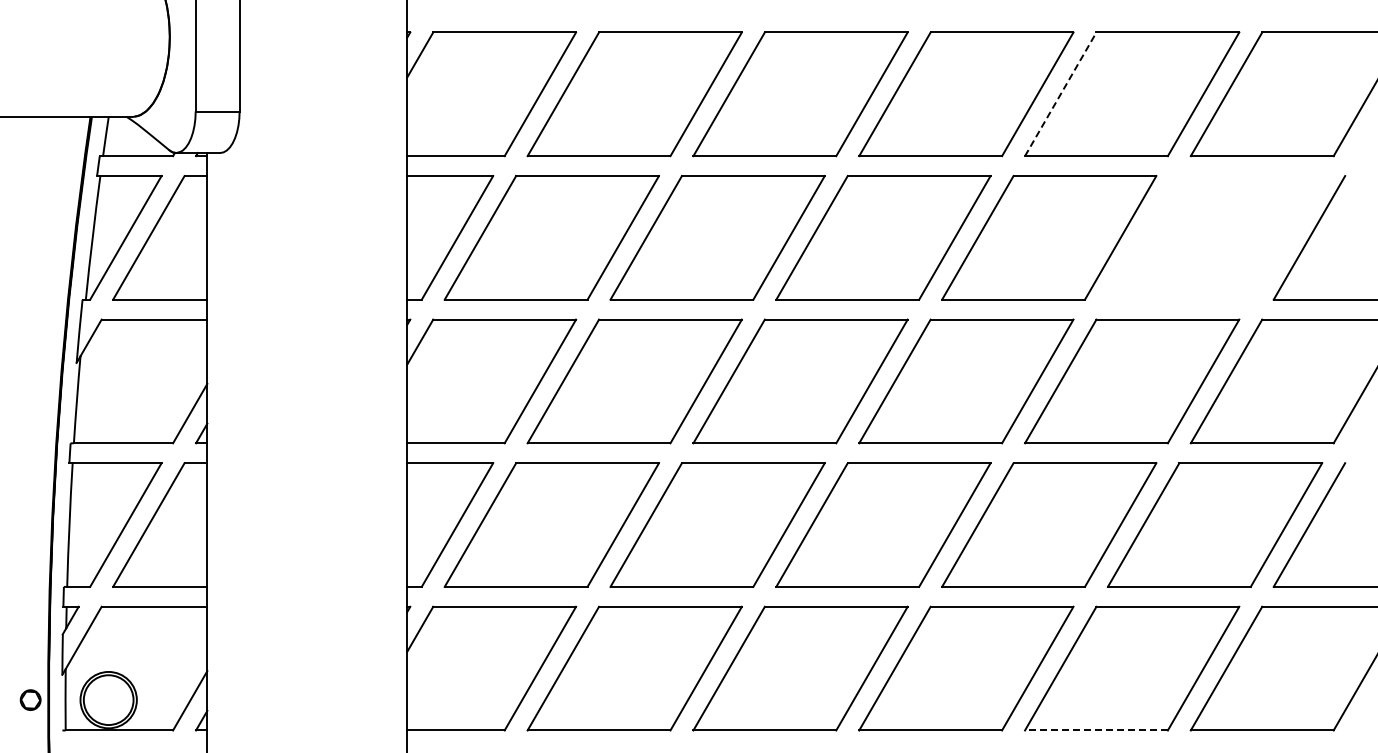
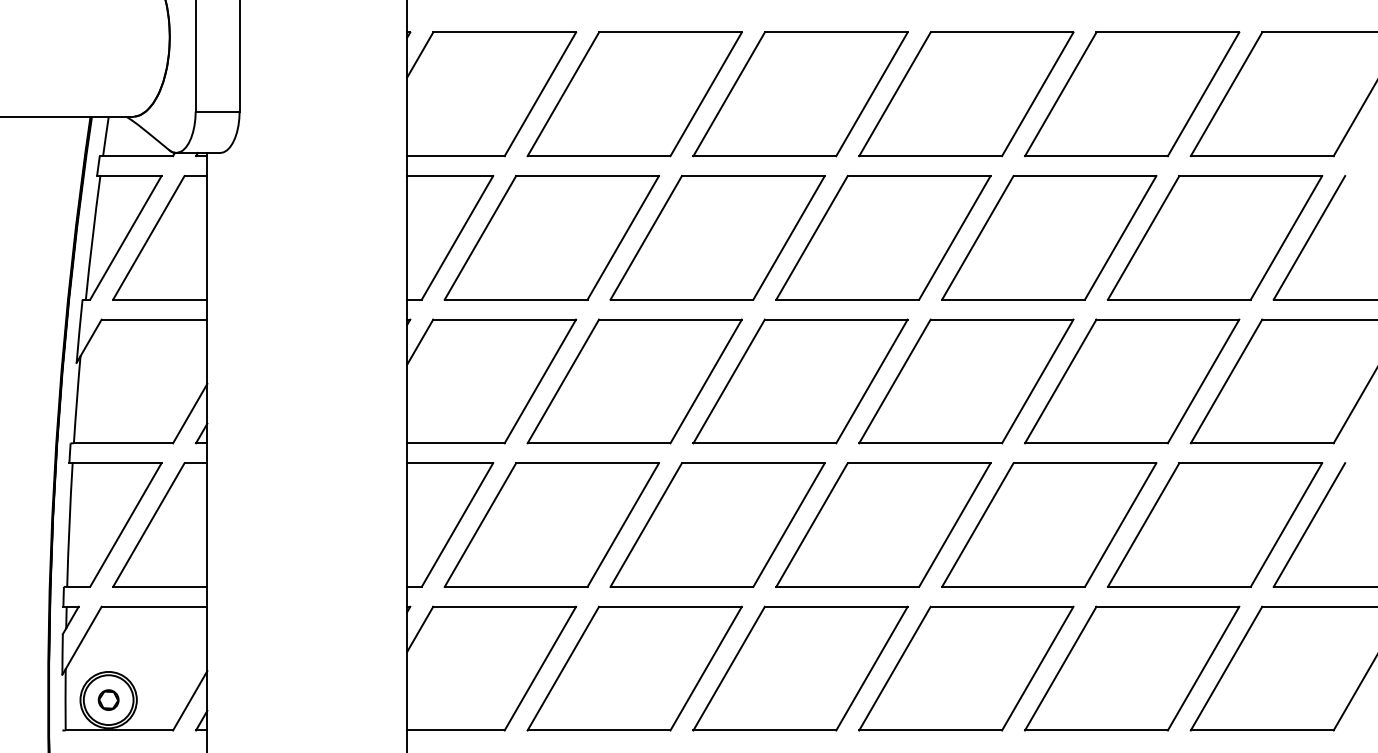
line at (1060, 93): dashed -> solid
part at (1215, 237): none -> present
part at (30, 699) position: (30, 699) -> (108, 699)
line at (1095, 730): dashed -> solid
